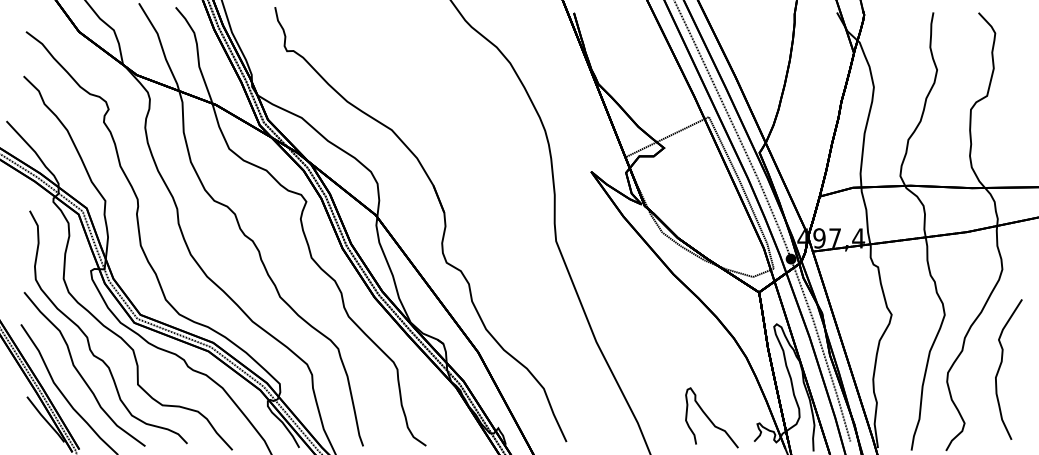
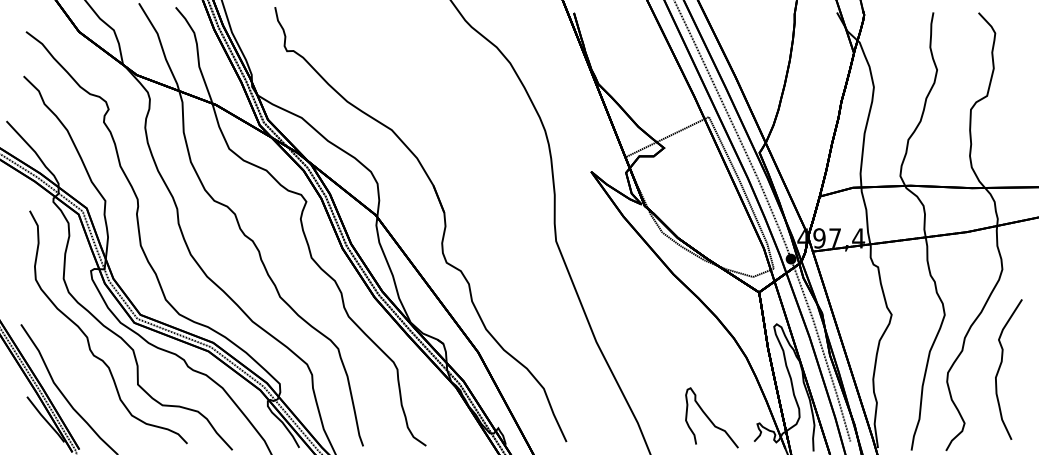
part at (84, 369): present -> none
